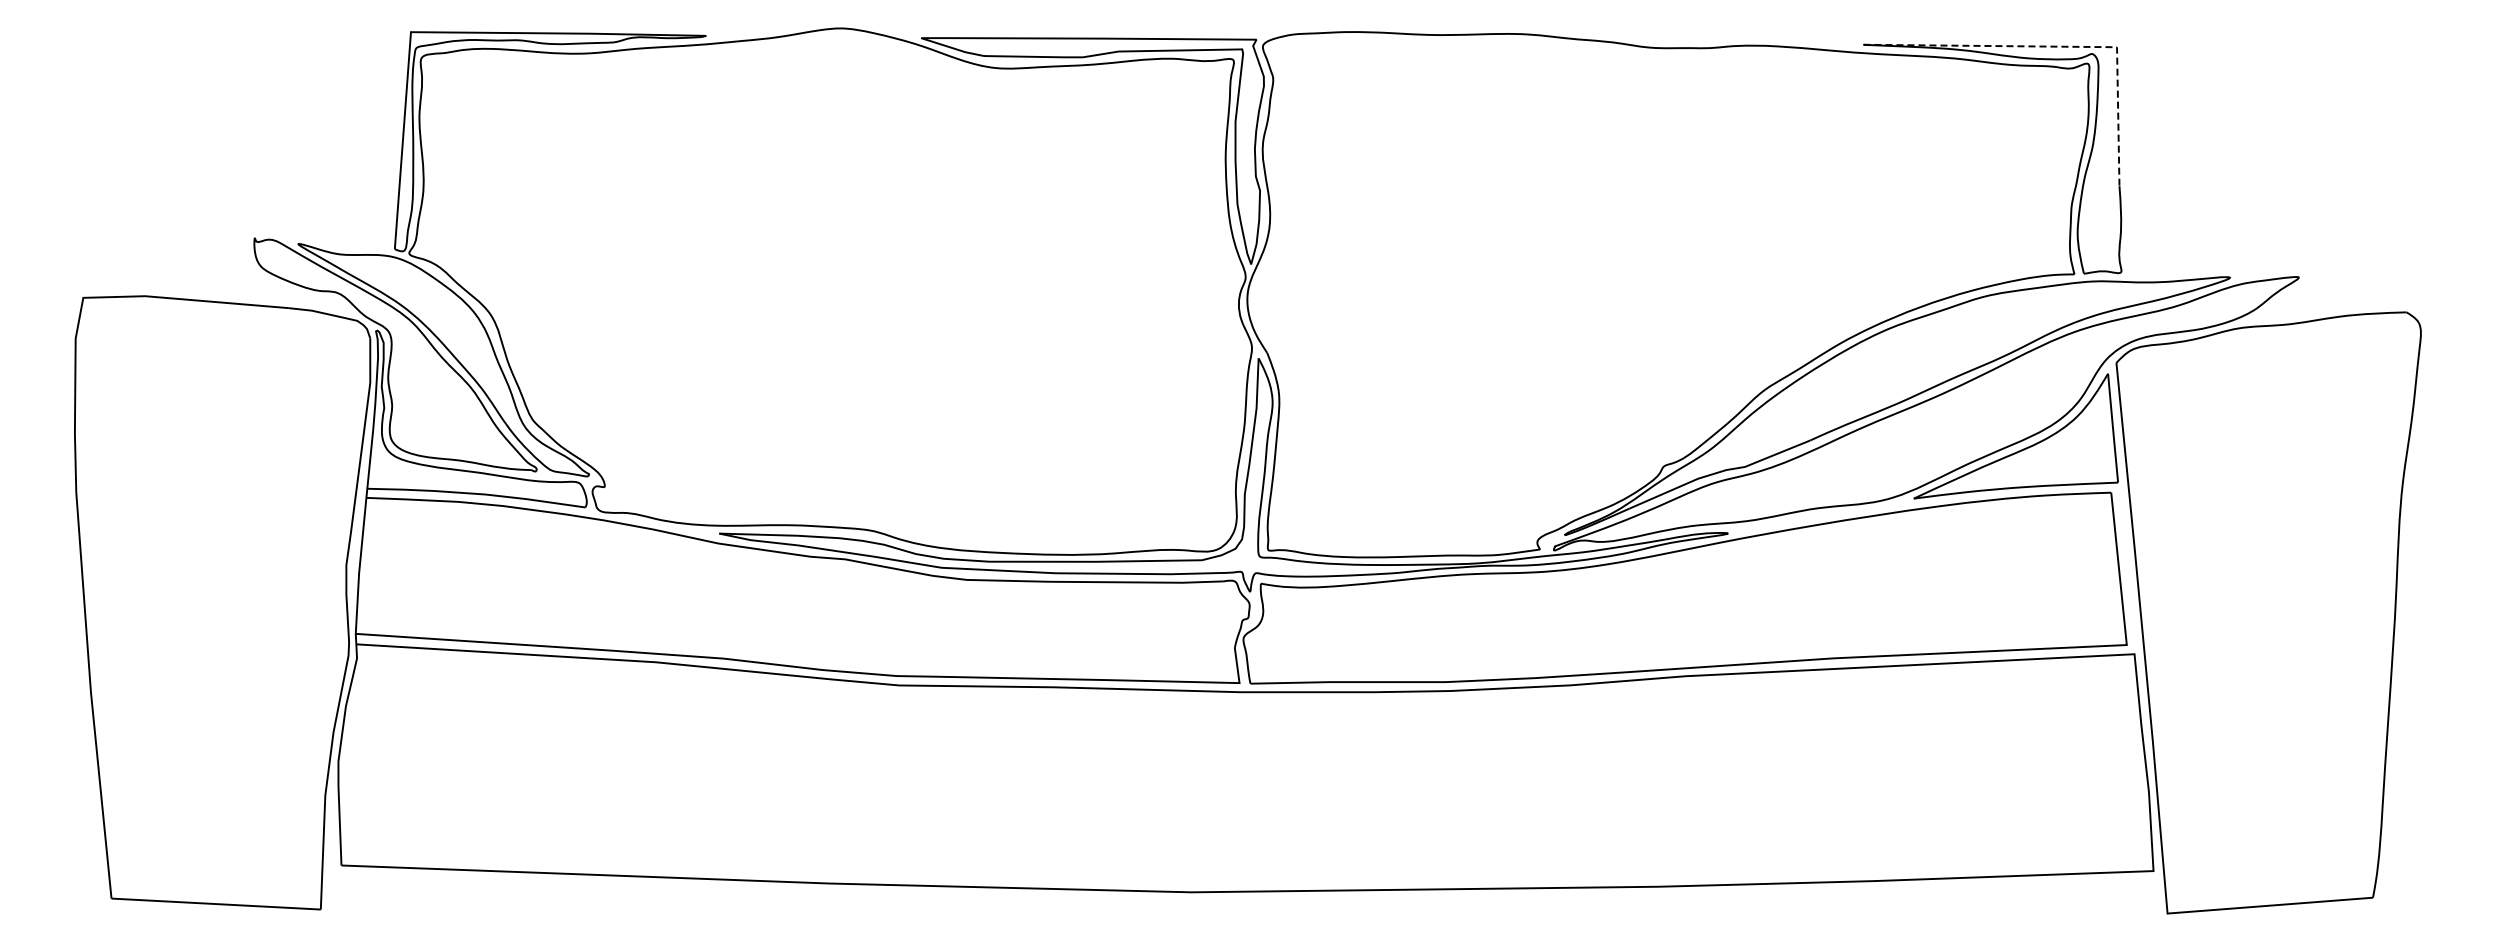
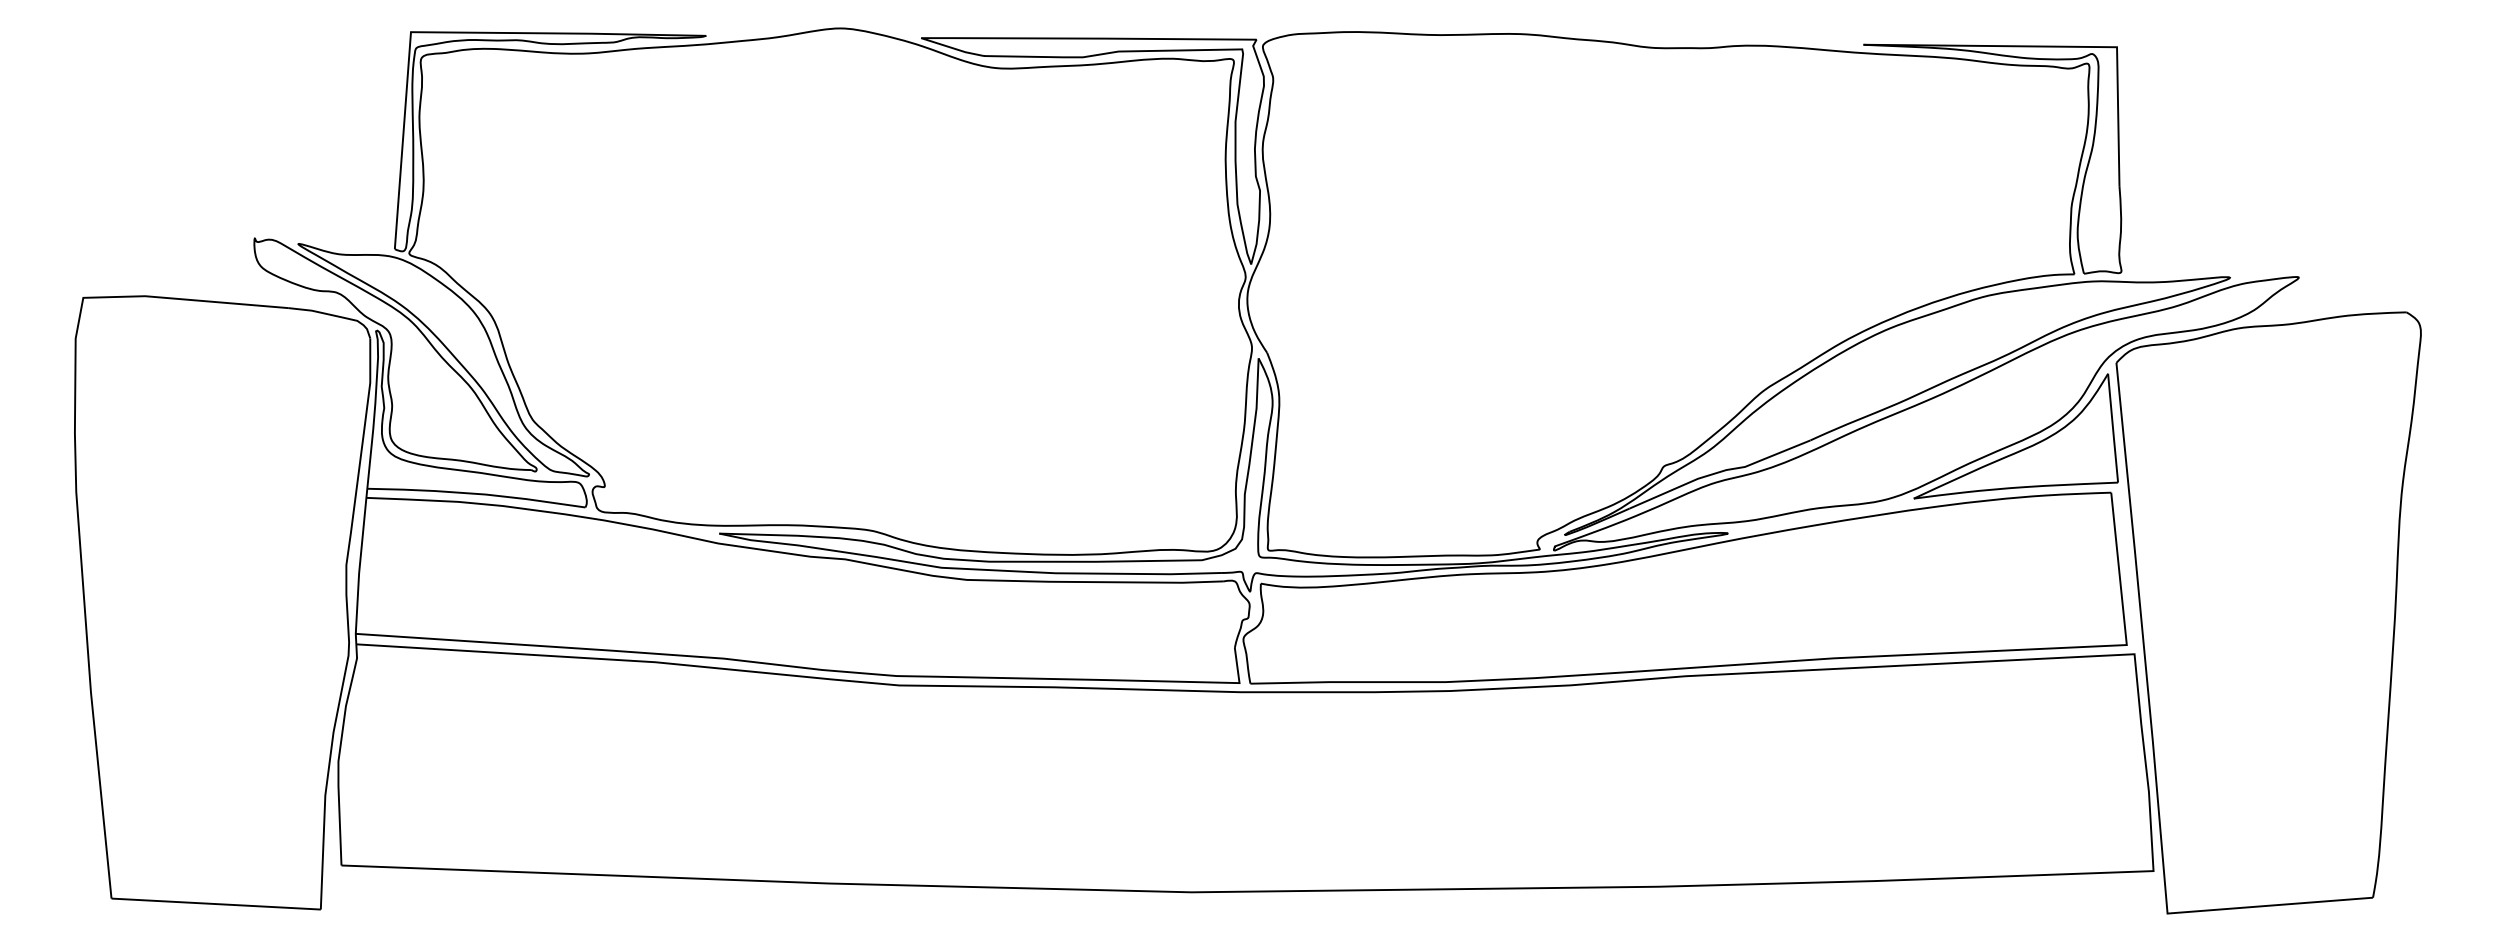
line at (2060, 46): dashed -> solid
